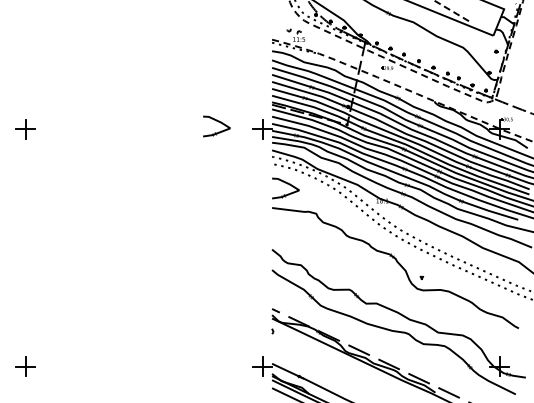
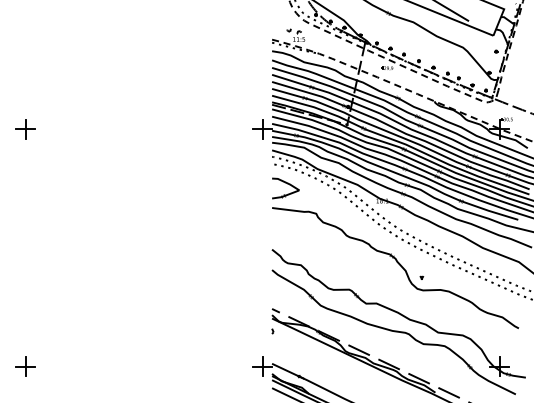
line at (450, 10): dashed -> solid
part at (216, 126): present -> none
